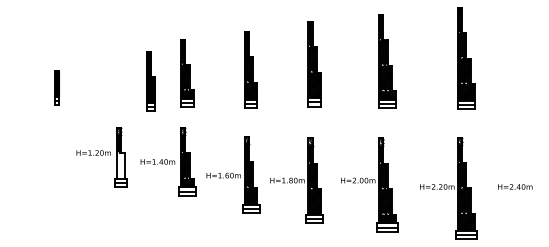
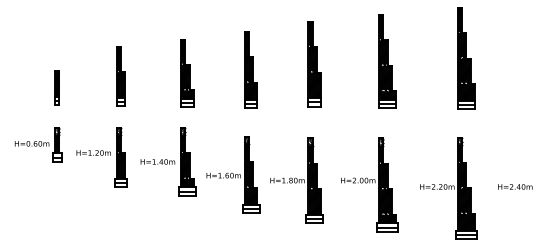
part at (150, 81) position: (150, 81) -> (120, 76)
part at (38, 144): none -> present
hatch at (120, 165): none -> present
